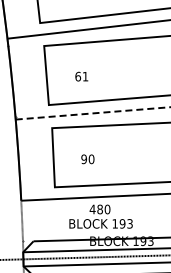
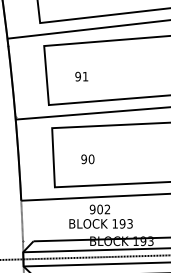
text at (78, 76): 61 -> 91
line at (93, 113): dashed -> solid
text at (99, 209): 480 -> 902
